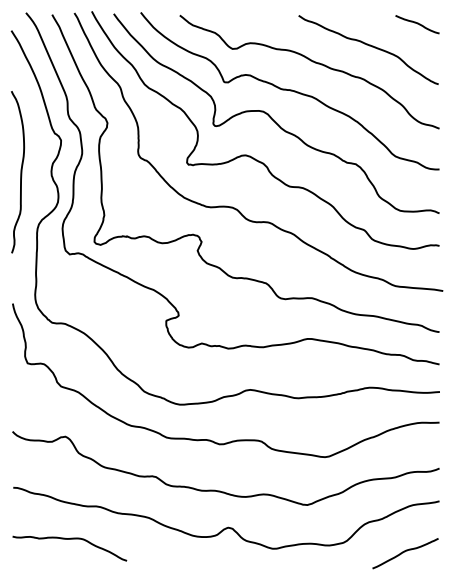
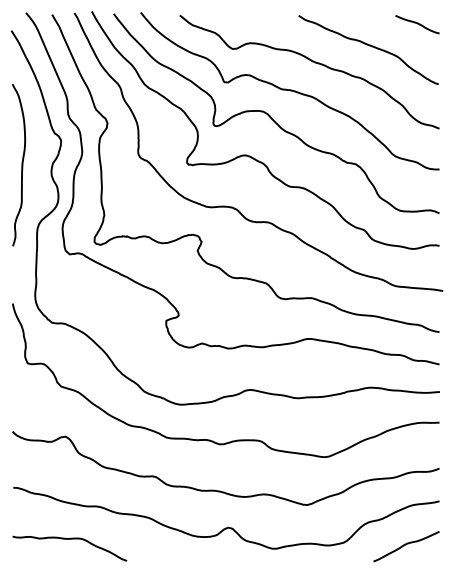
curve at (20, 172) position: (20, 172) -> (21, 165)
curve at (405, 552) position: (405, 552) -> (406, 545)
